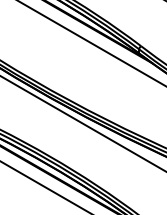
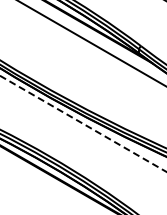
line at (83, 123): solid -> dashed
line at (44, 186): present -> none
